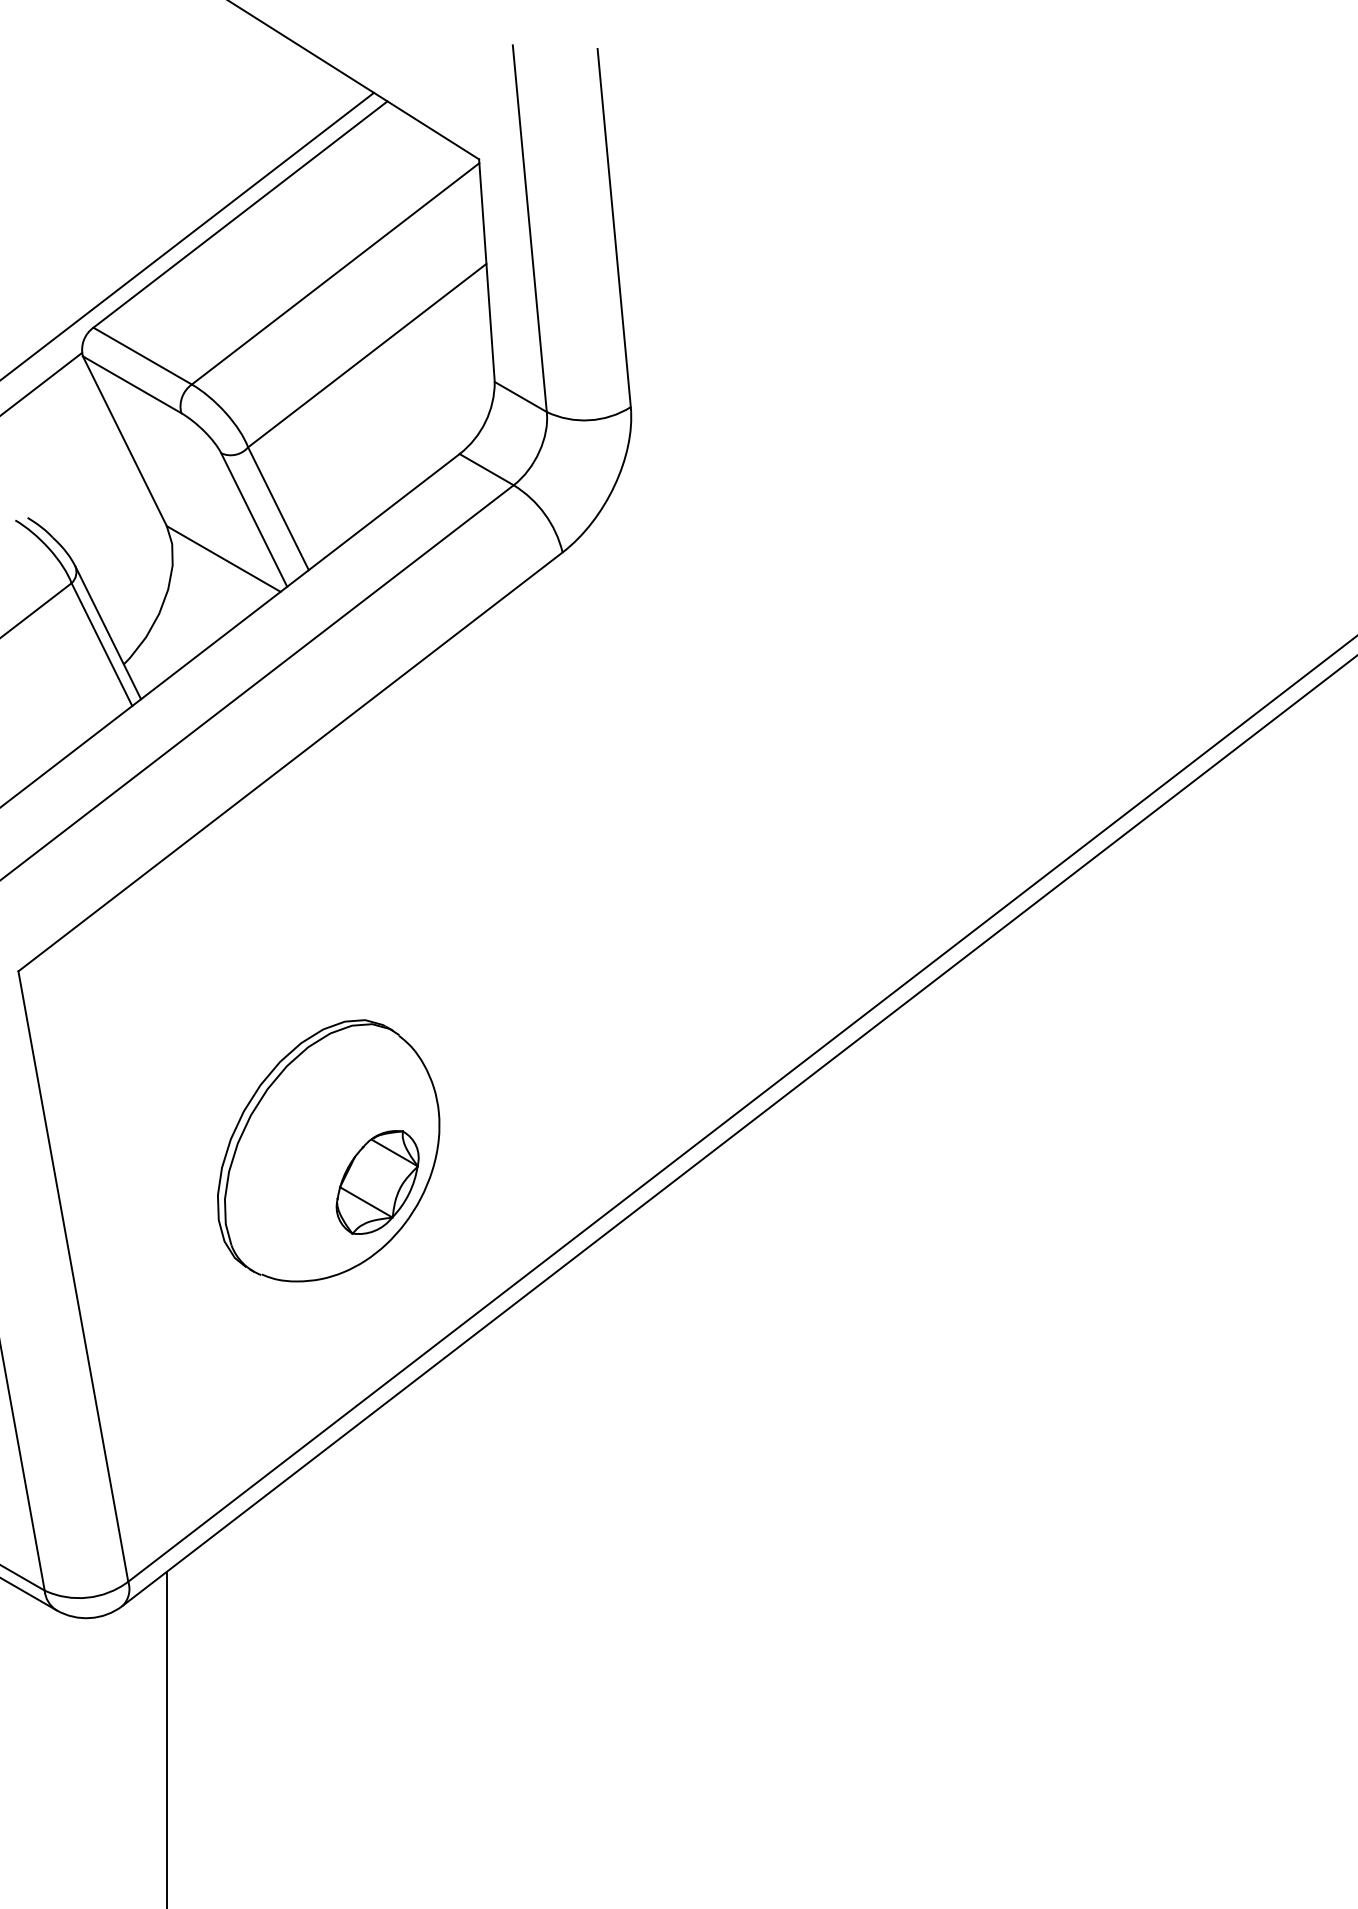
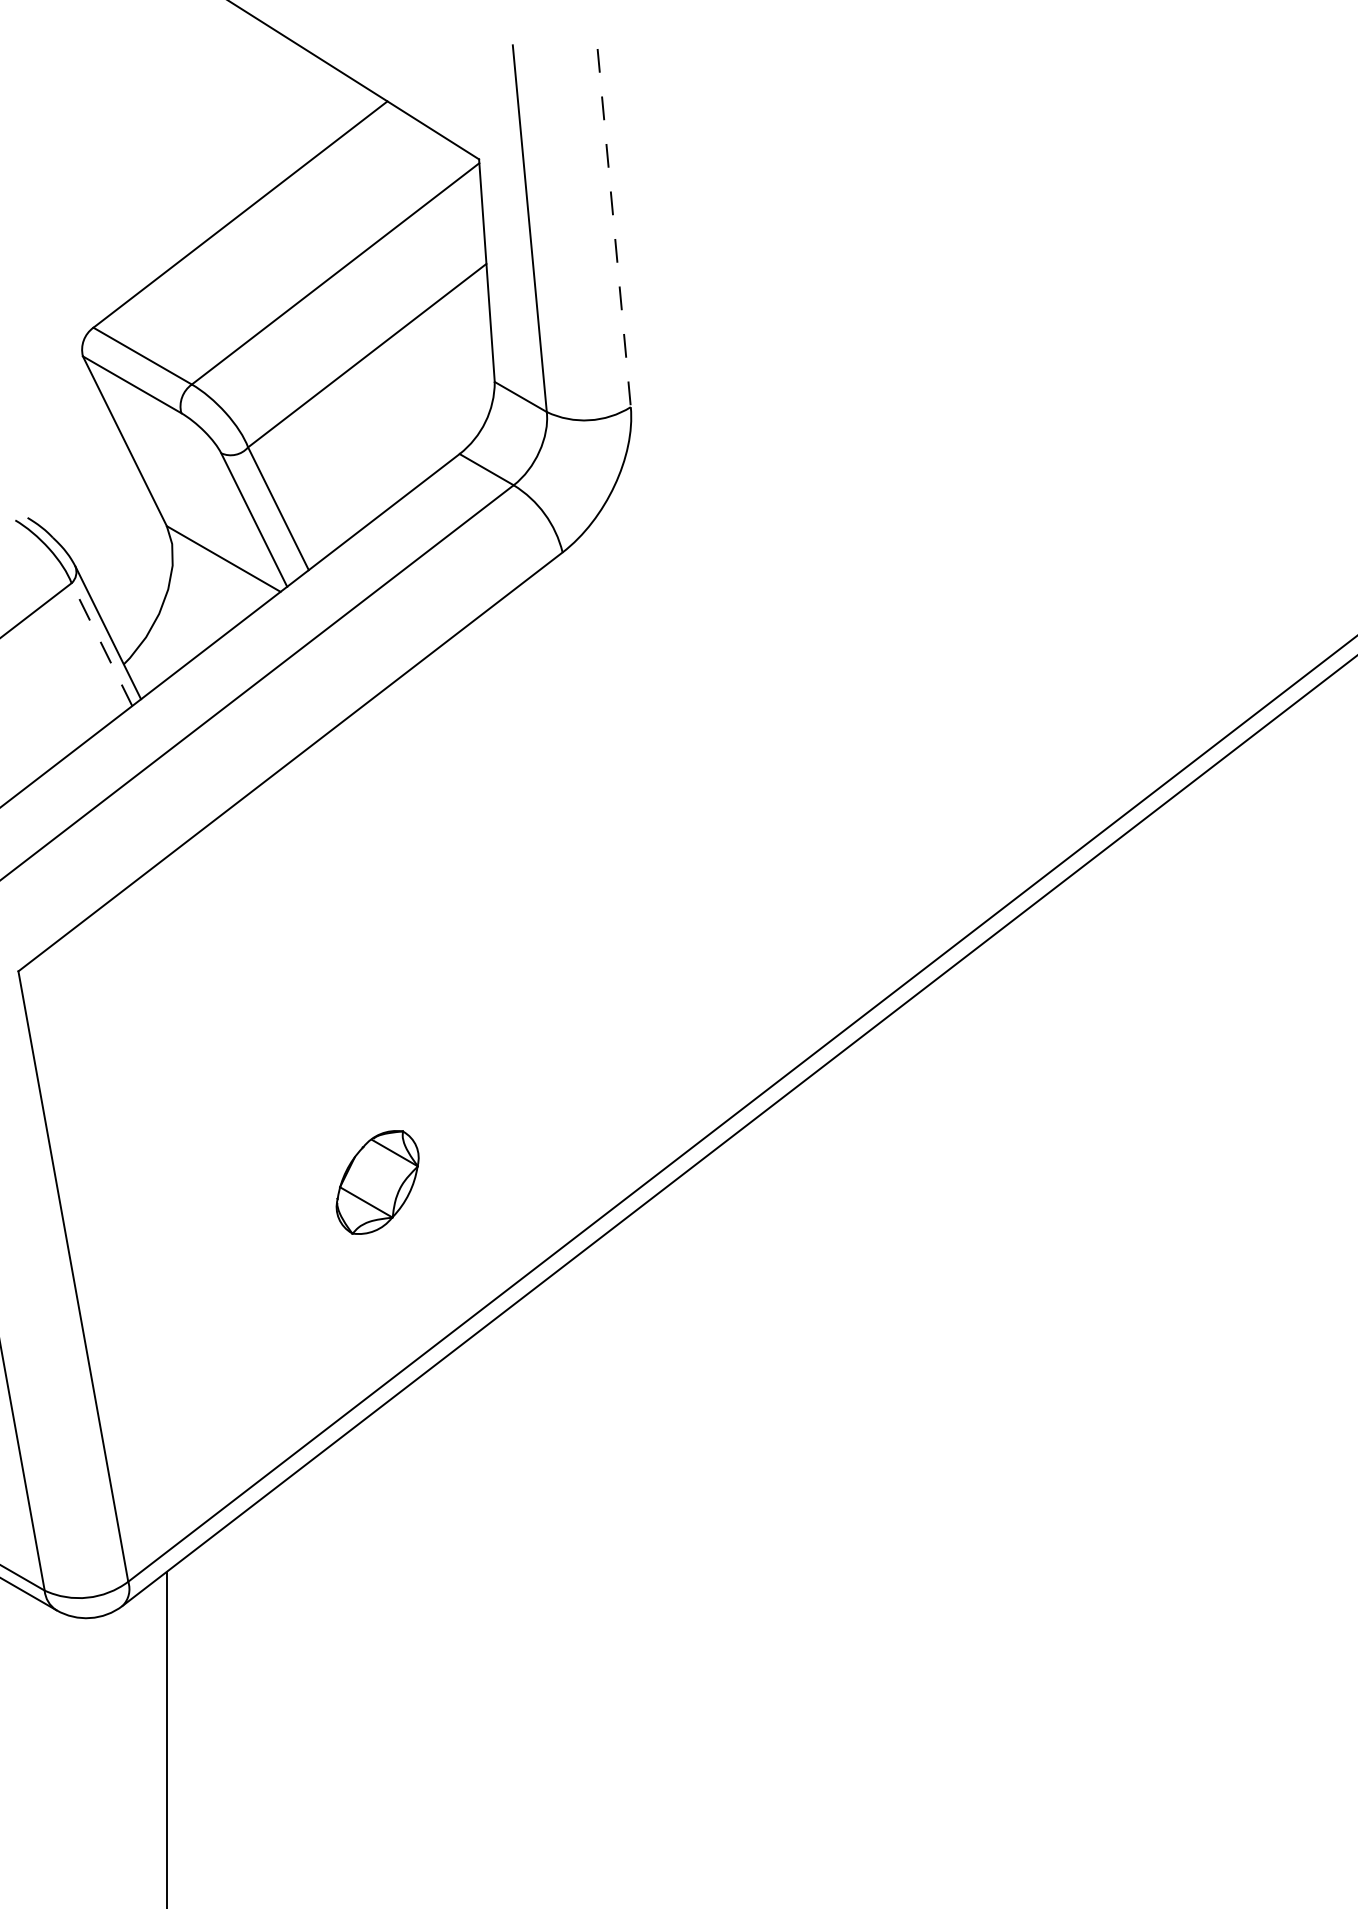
line at (614, 228): solid -> dashed
line at (188, 235): present -> none
line at (41, 383): present -> none
line at (101, 644): solid -> dashed
part at (328, 1150): present -> none
